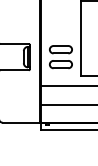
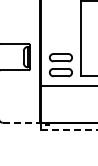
part at (60, 57) position: (60, 57) -> (60, 65)
line at (67, 105): present -> none
line at (21, 122): solid -> dashed
line at (69, 130): solid -> dashed
